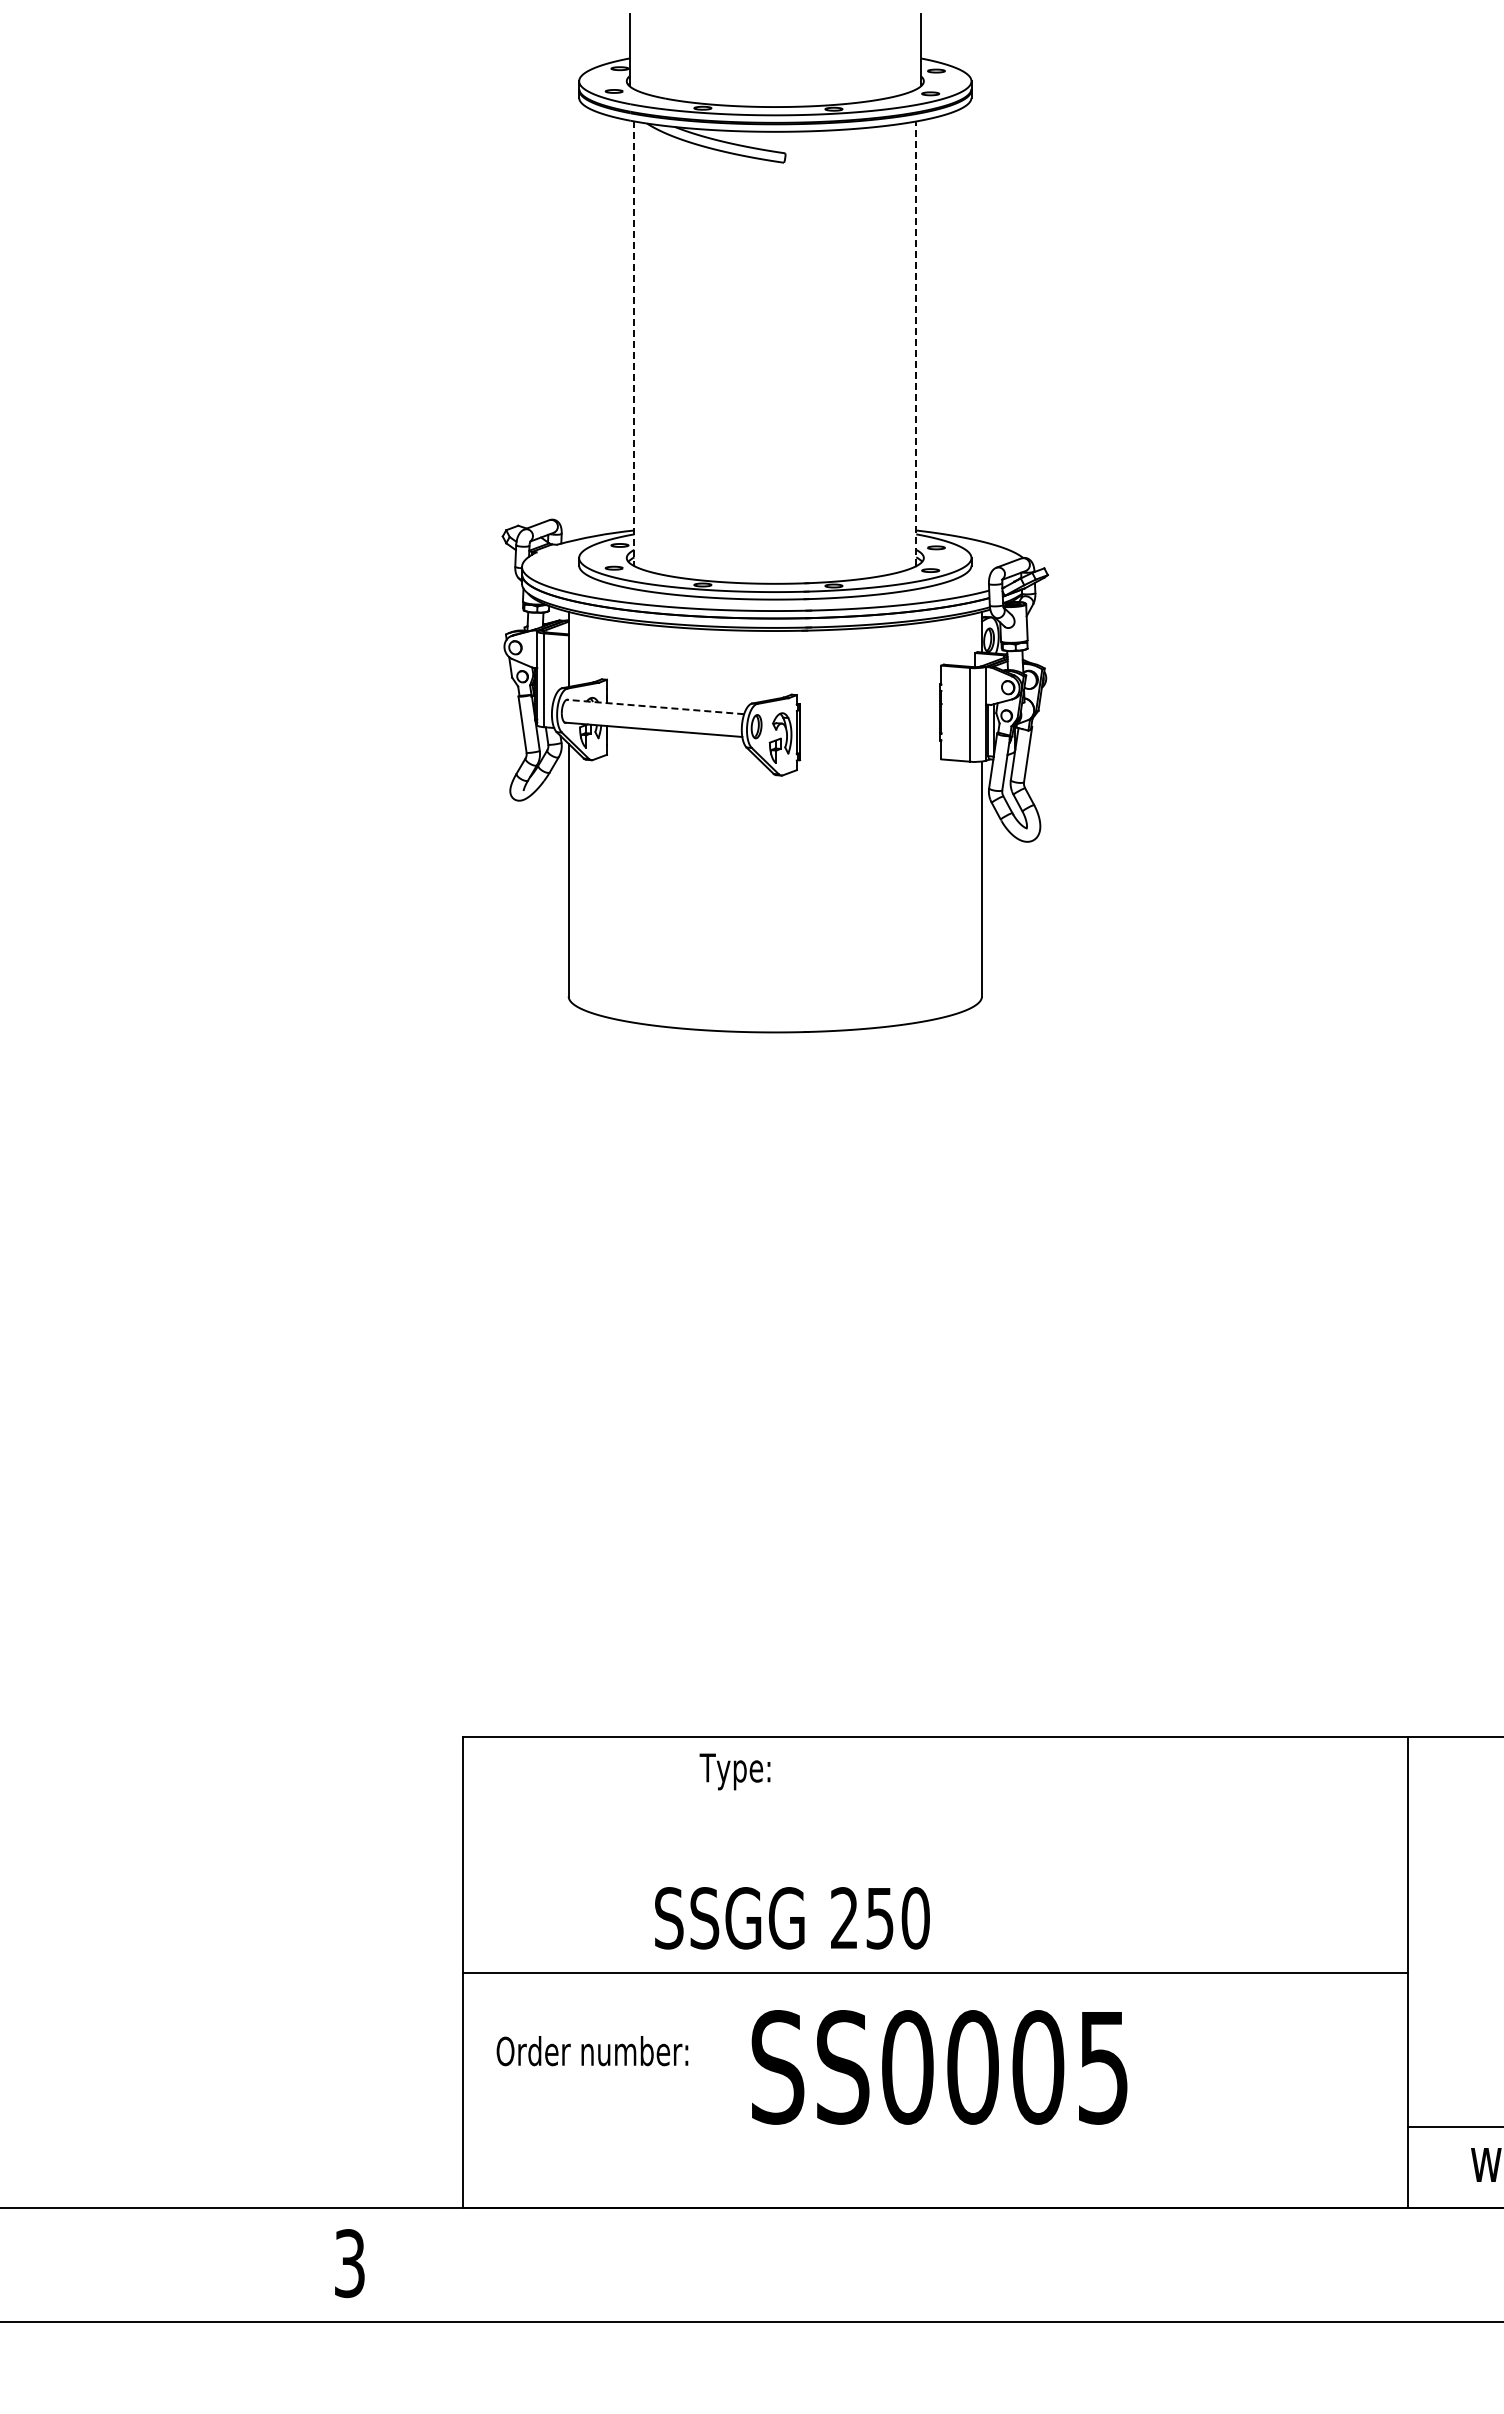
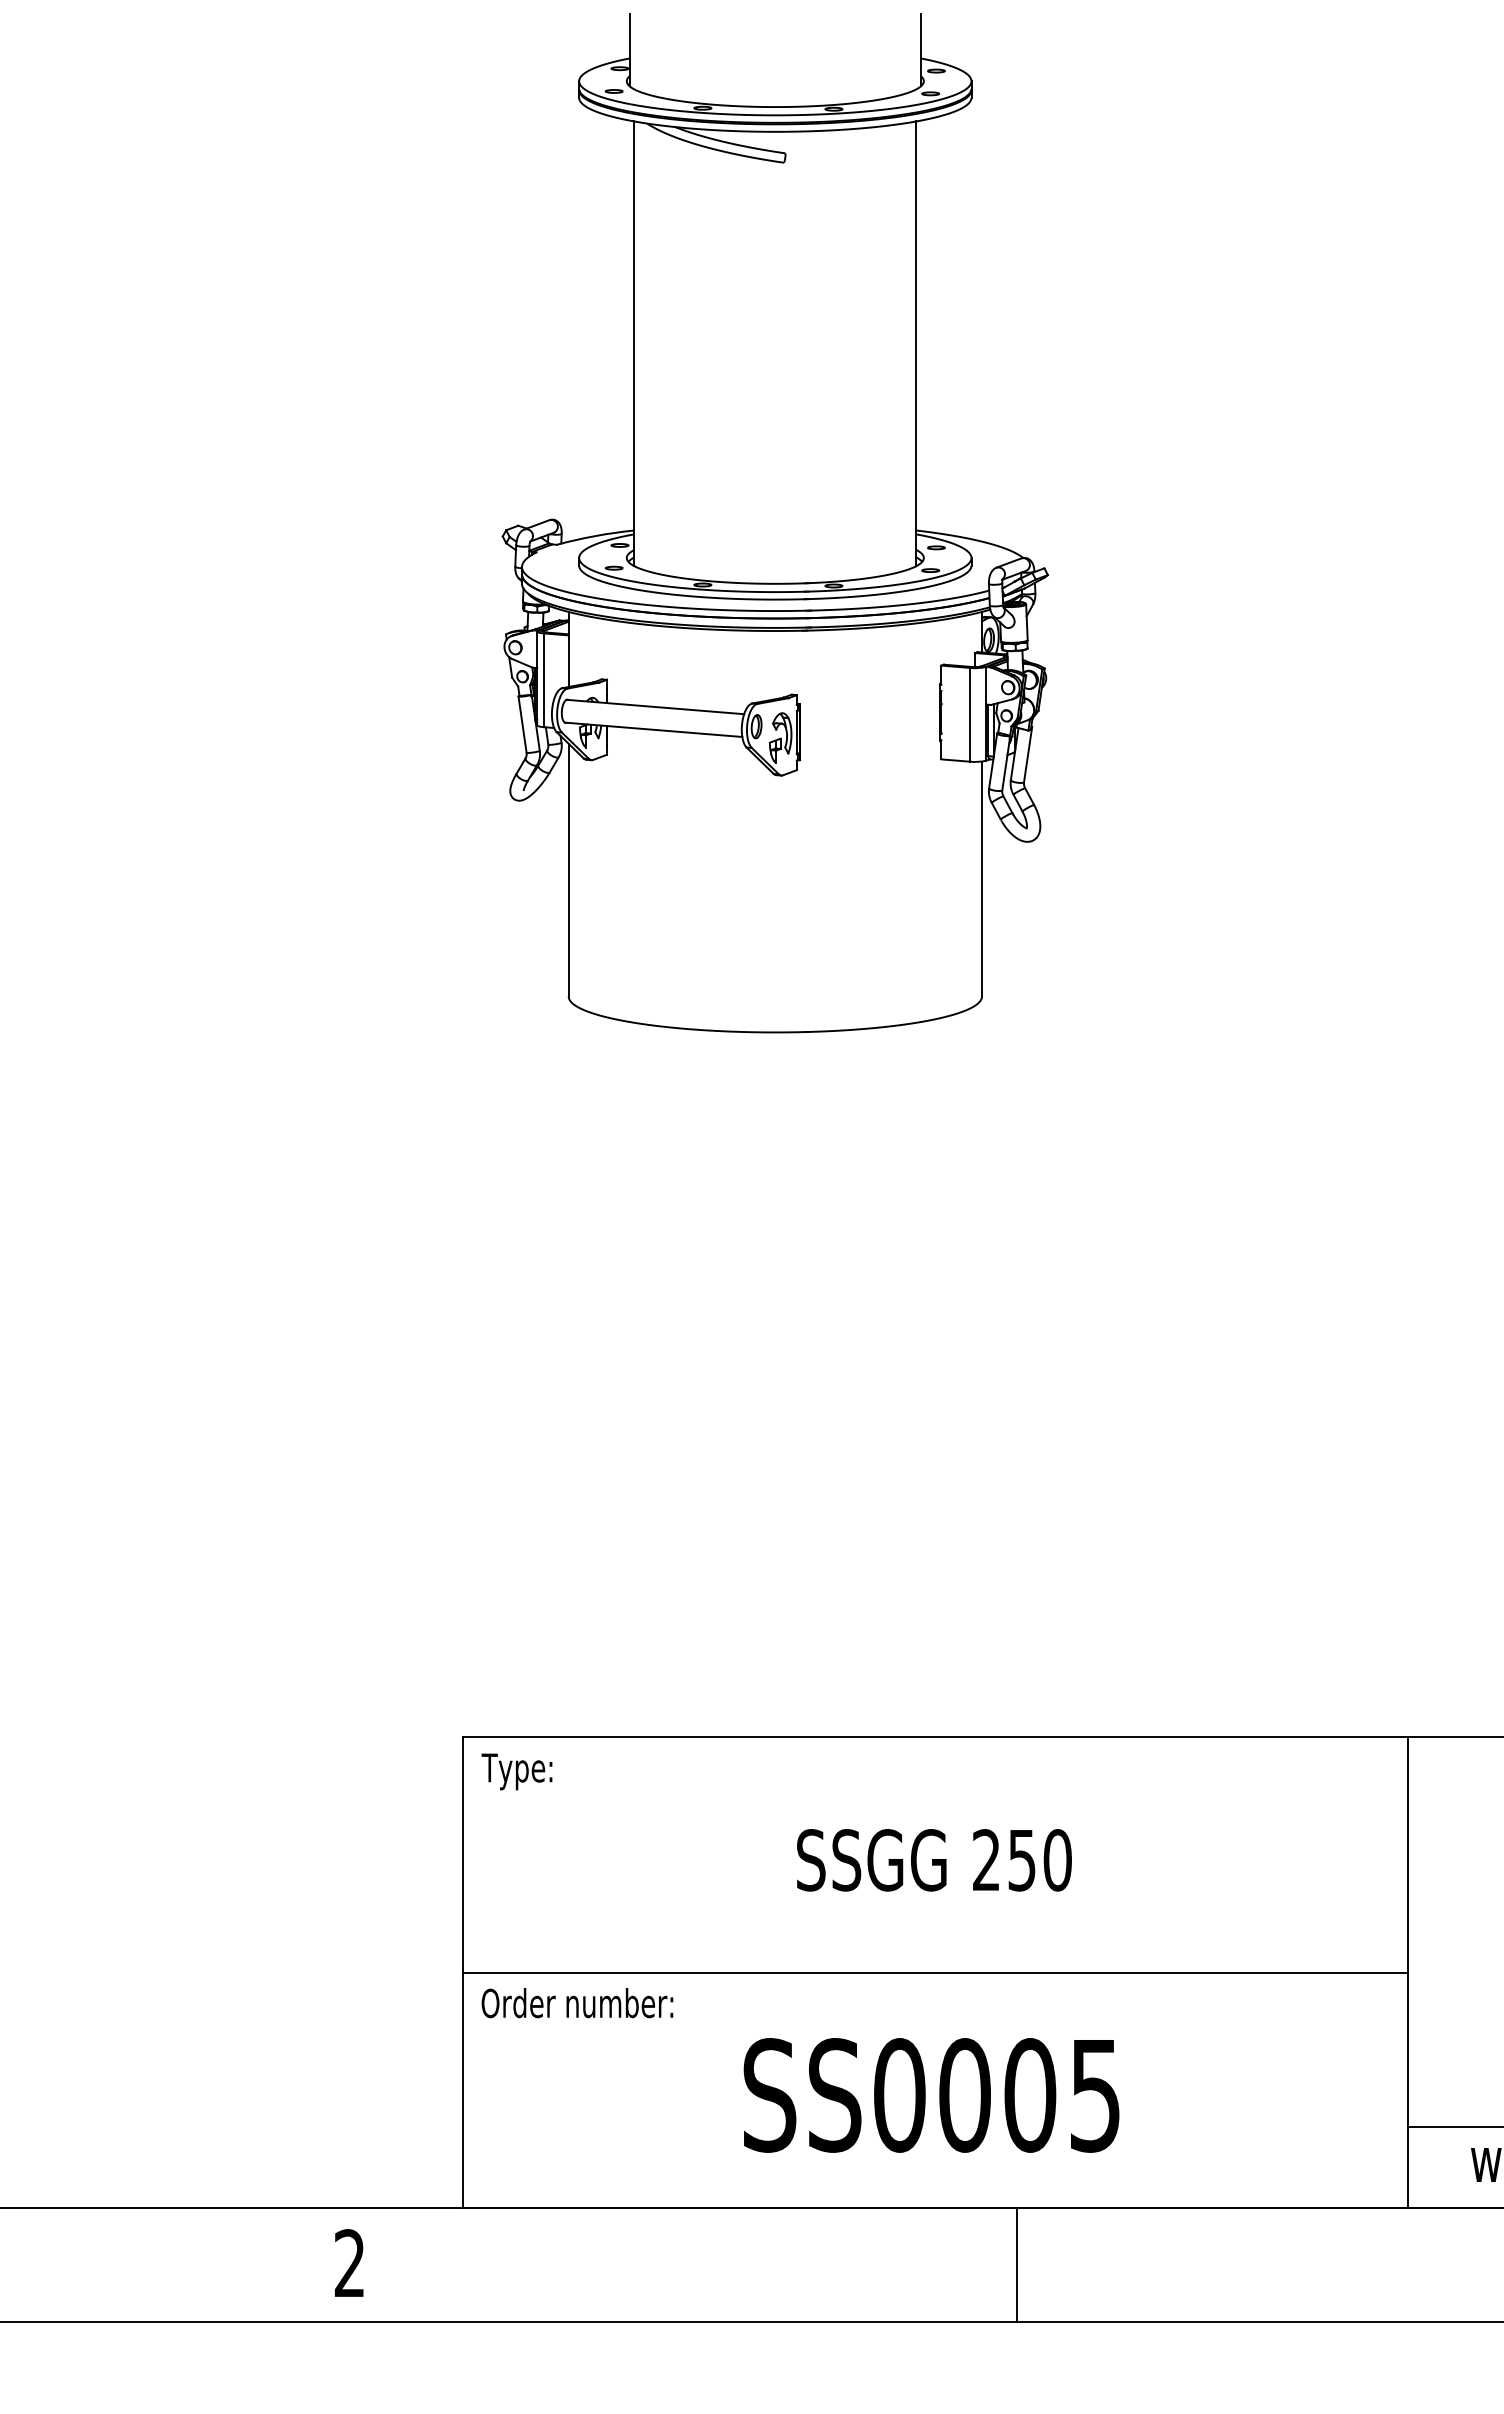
line at (916, 343): dashed -> solid
line at (634, 344): dashed -> solid
line at (654, 706): dashed -> solid
text at (734, 1771) position: (734, 1771) -> (516, 1771)
text at (792, 1918) position: (792, 1918) -> (934, 1860)
text at (592, 2051) position: (592, 2051) -> (577, 2003)
text at (939, 2067) position: (939, 2067) -> (931, 2095)
text at (349, 2263): 3 -> 2
line at (1017, 2264): none -> present
